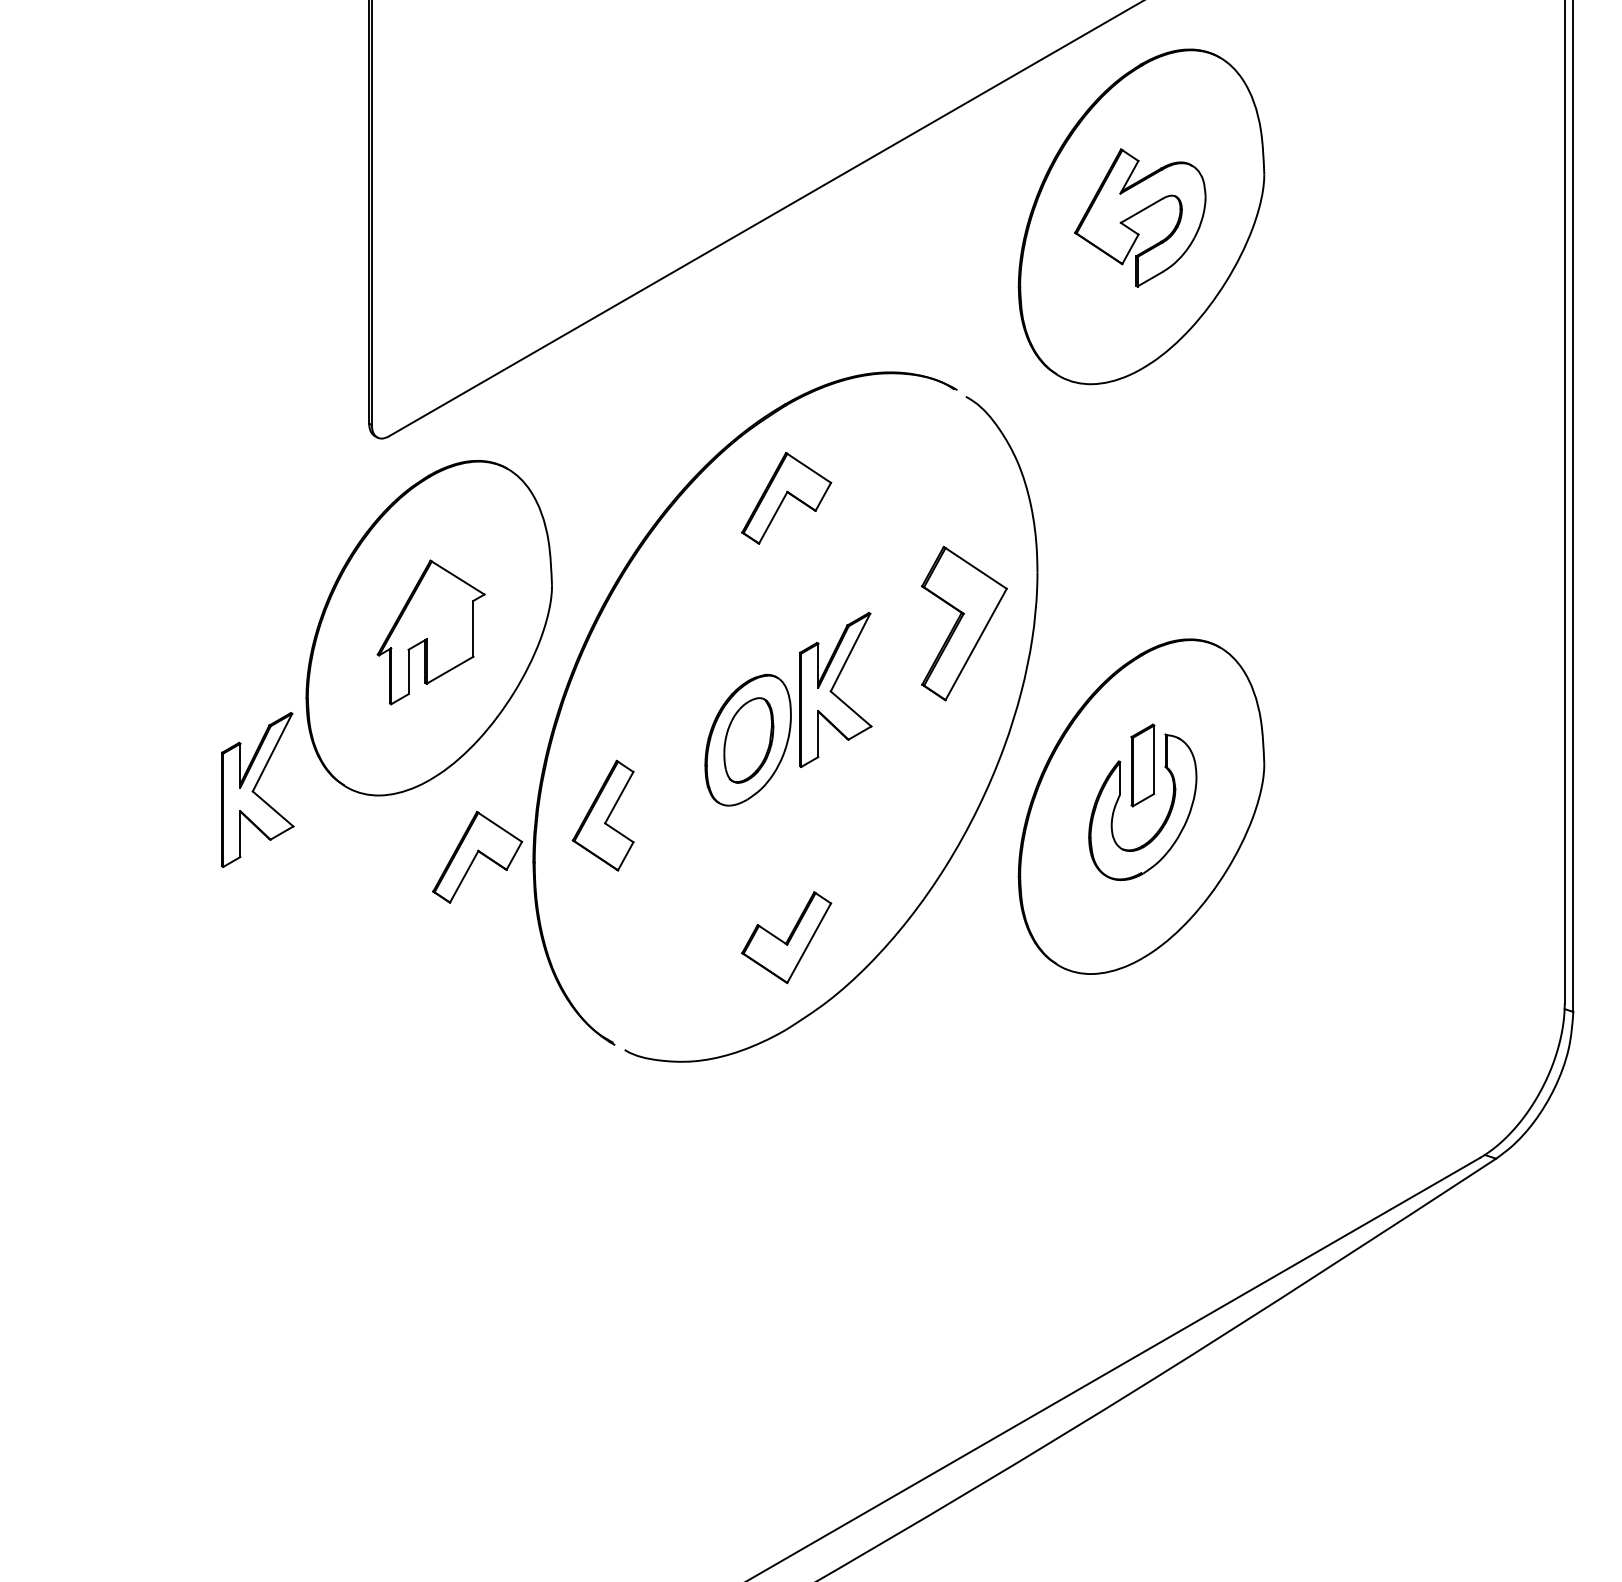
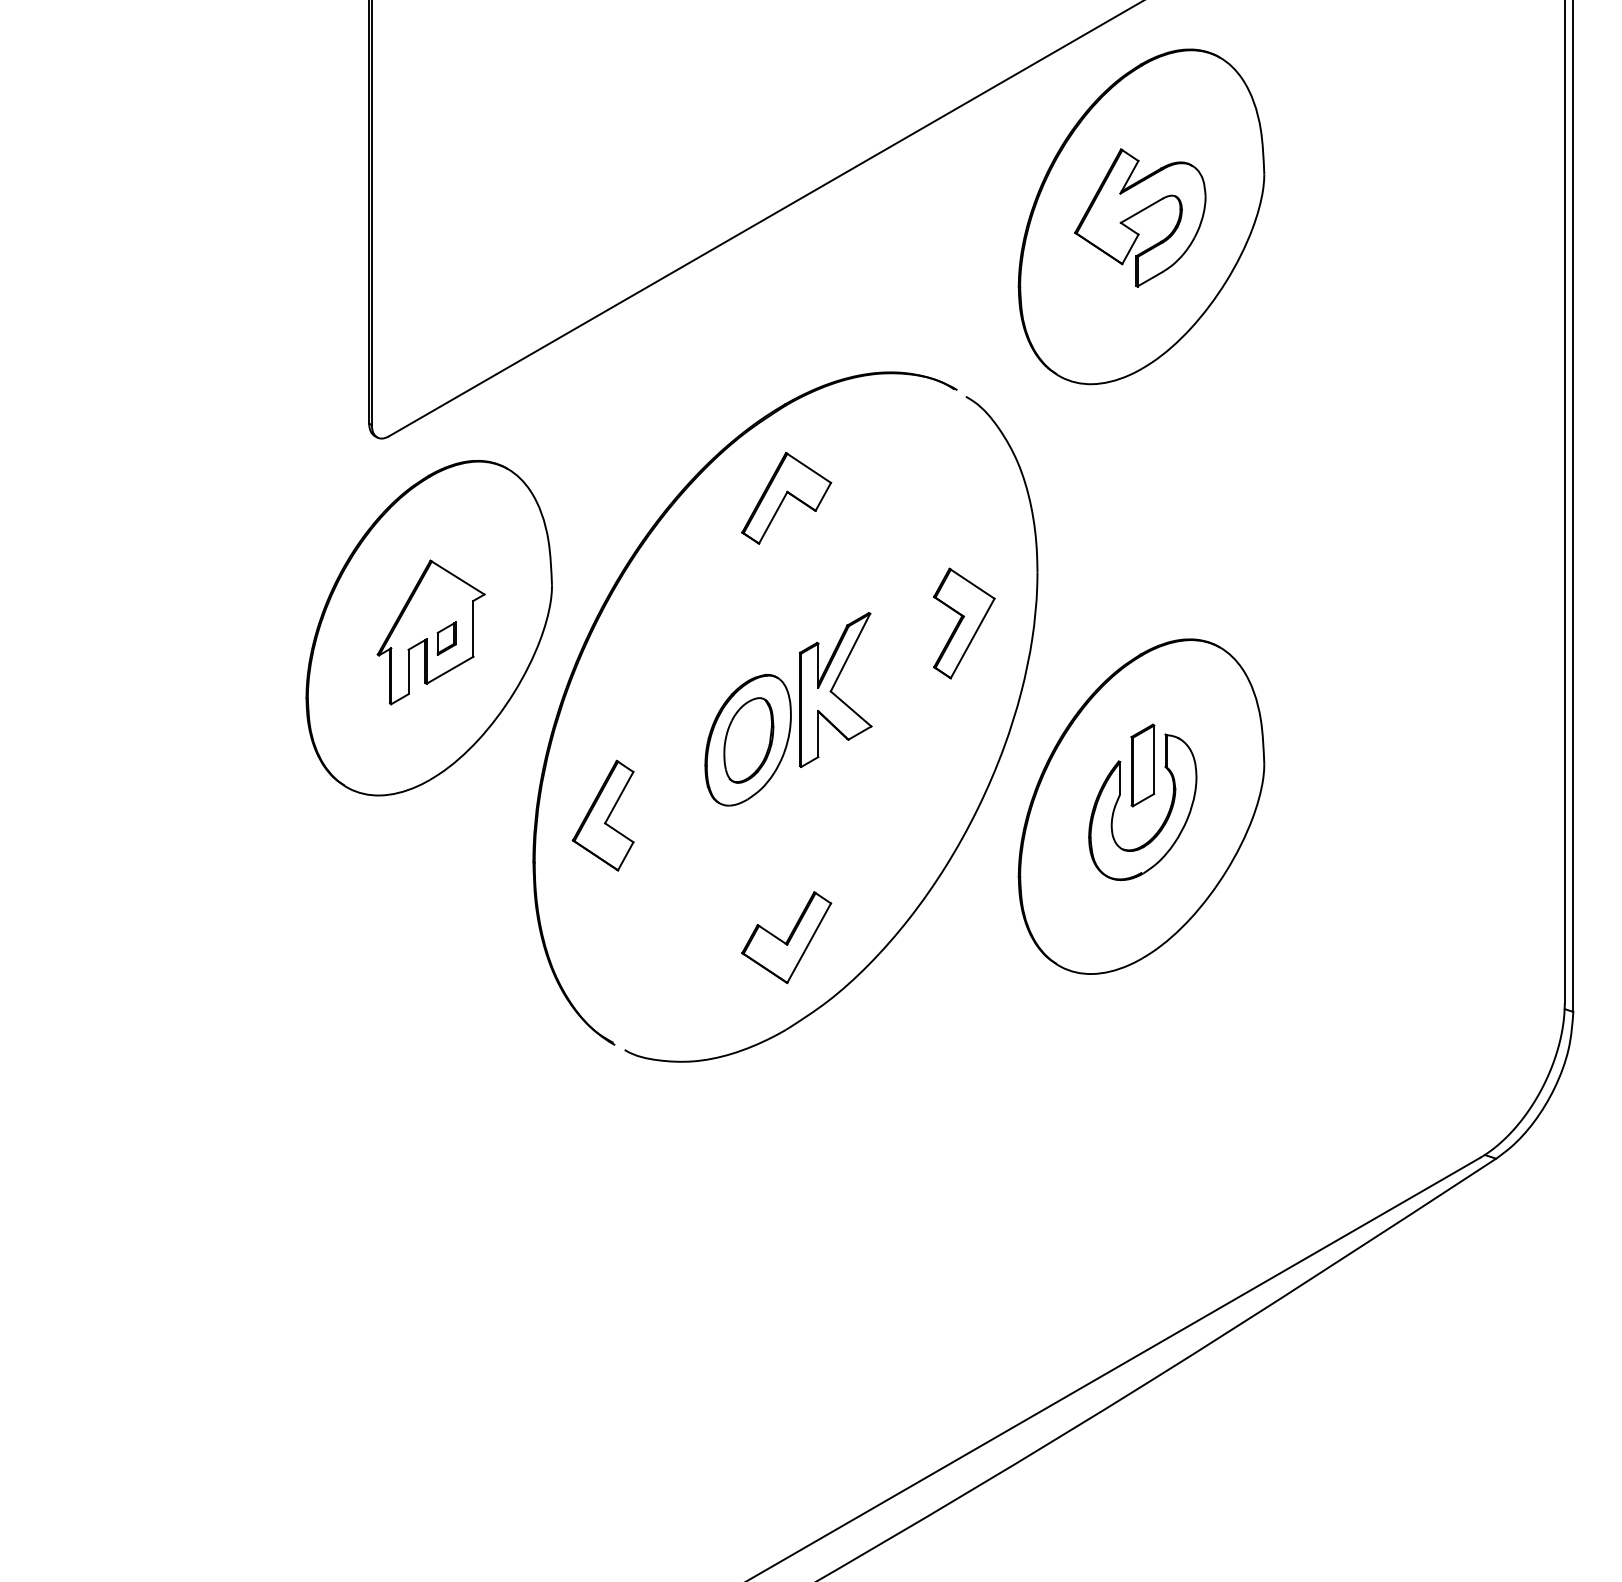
part at (964, 623) size: 87x157 px -> 64x113 px
part at (446, 638): none -> present
part at (257, 789): present -> none
part at (477, 856): present -> none
